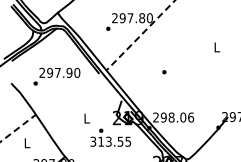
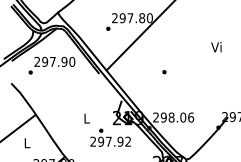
line at (141, 35): dashed -> solid
text at (216, 47): L -> Vi
text at (56, 76) position: (56, 76) -> (51, 65)
line at (18, 128): dashed -> solid
text at (110, 141): 313.55 -> 297.92
